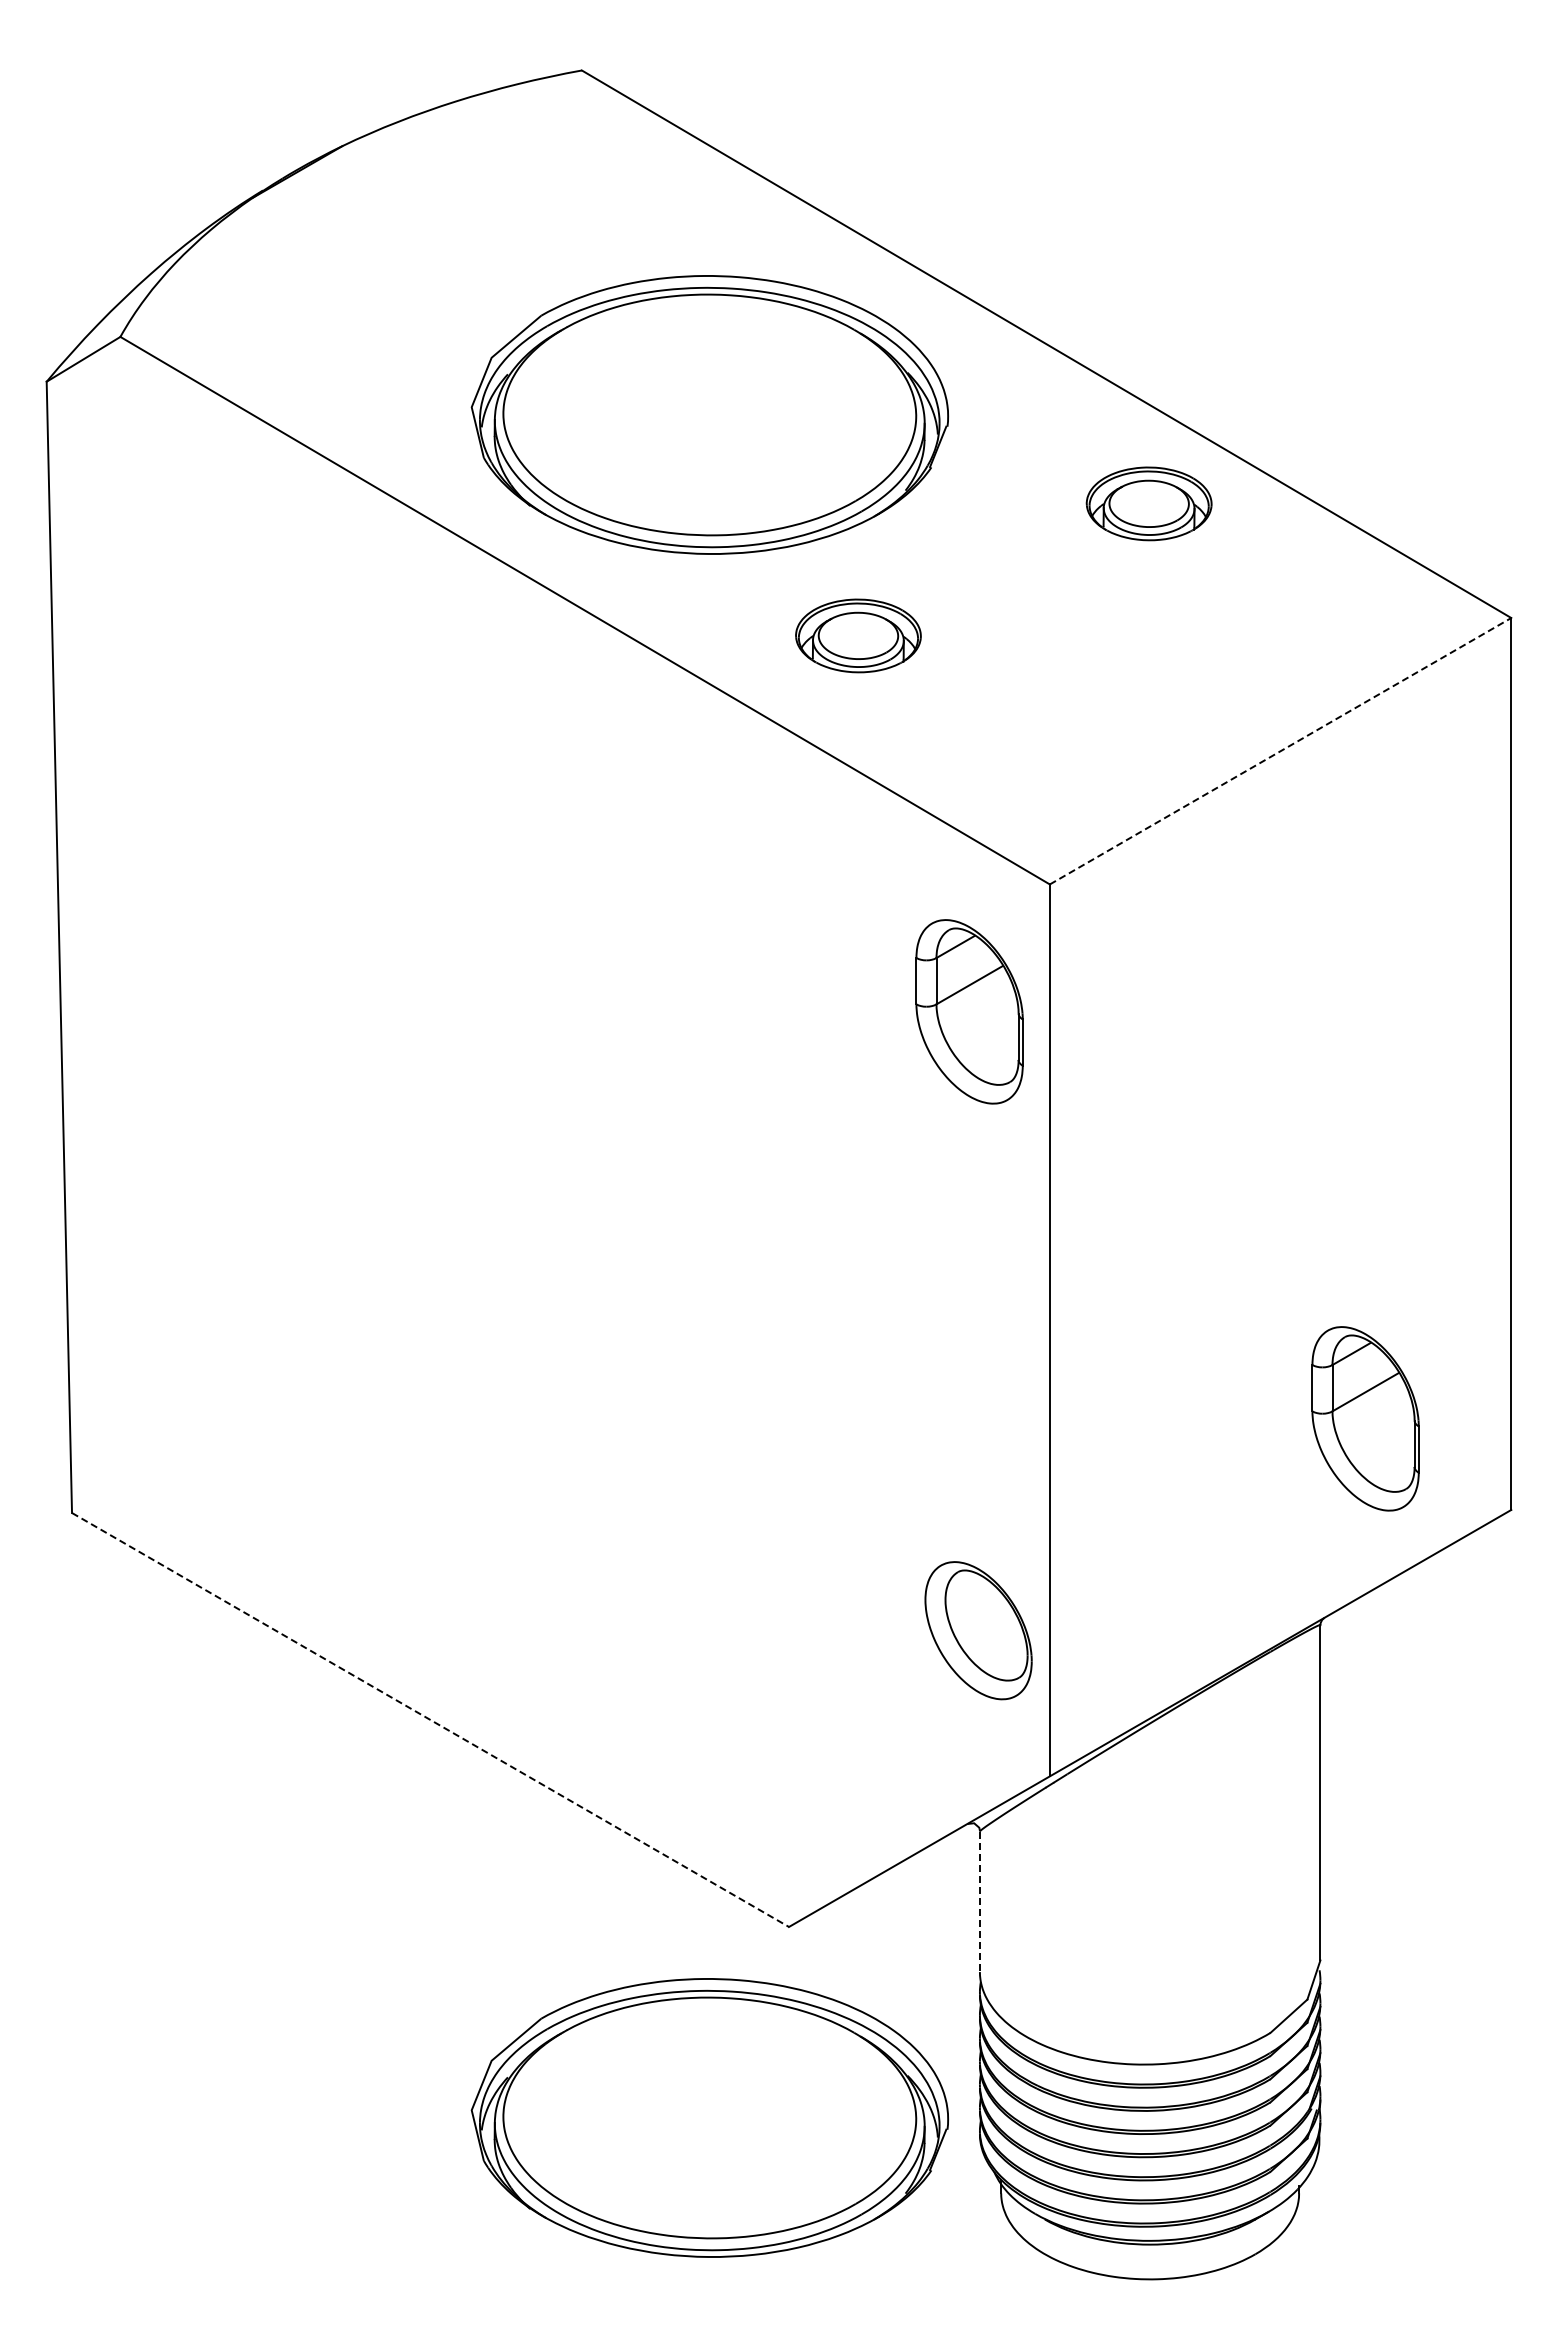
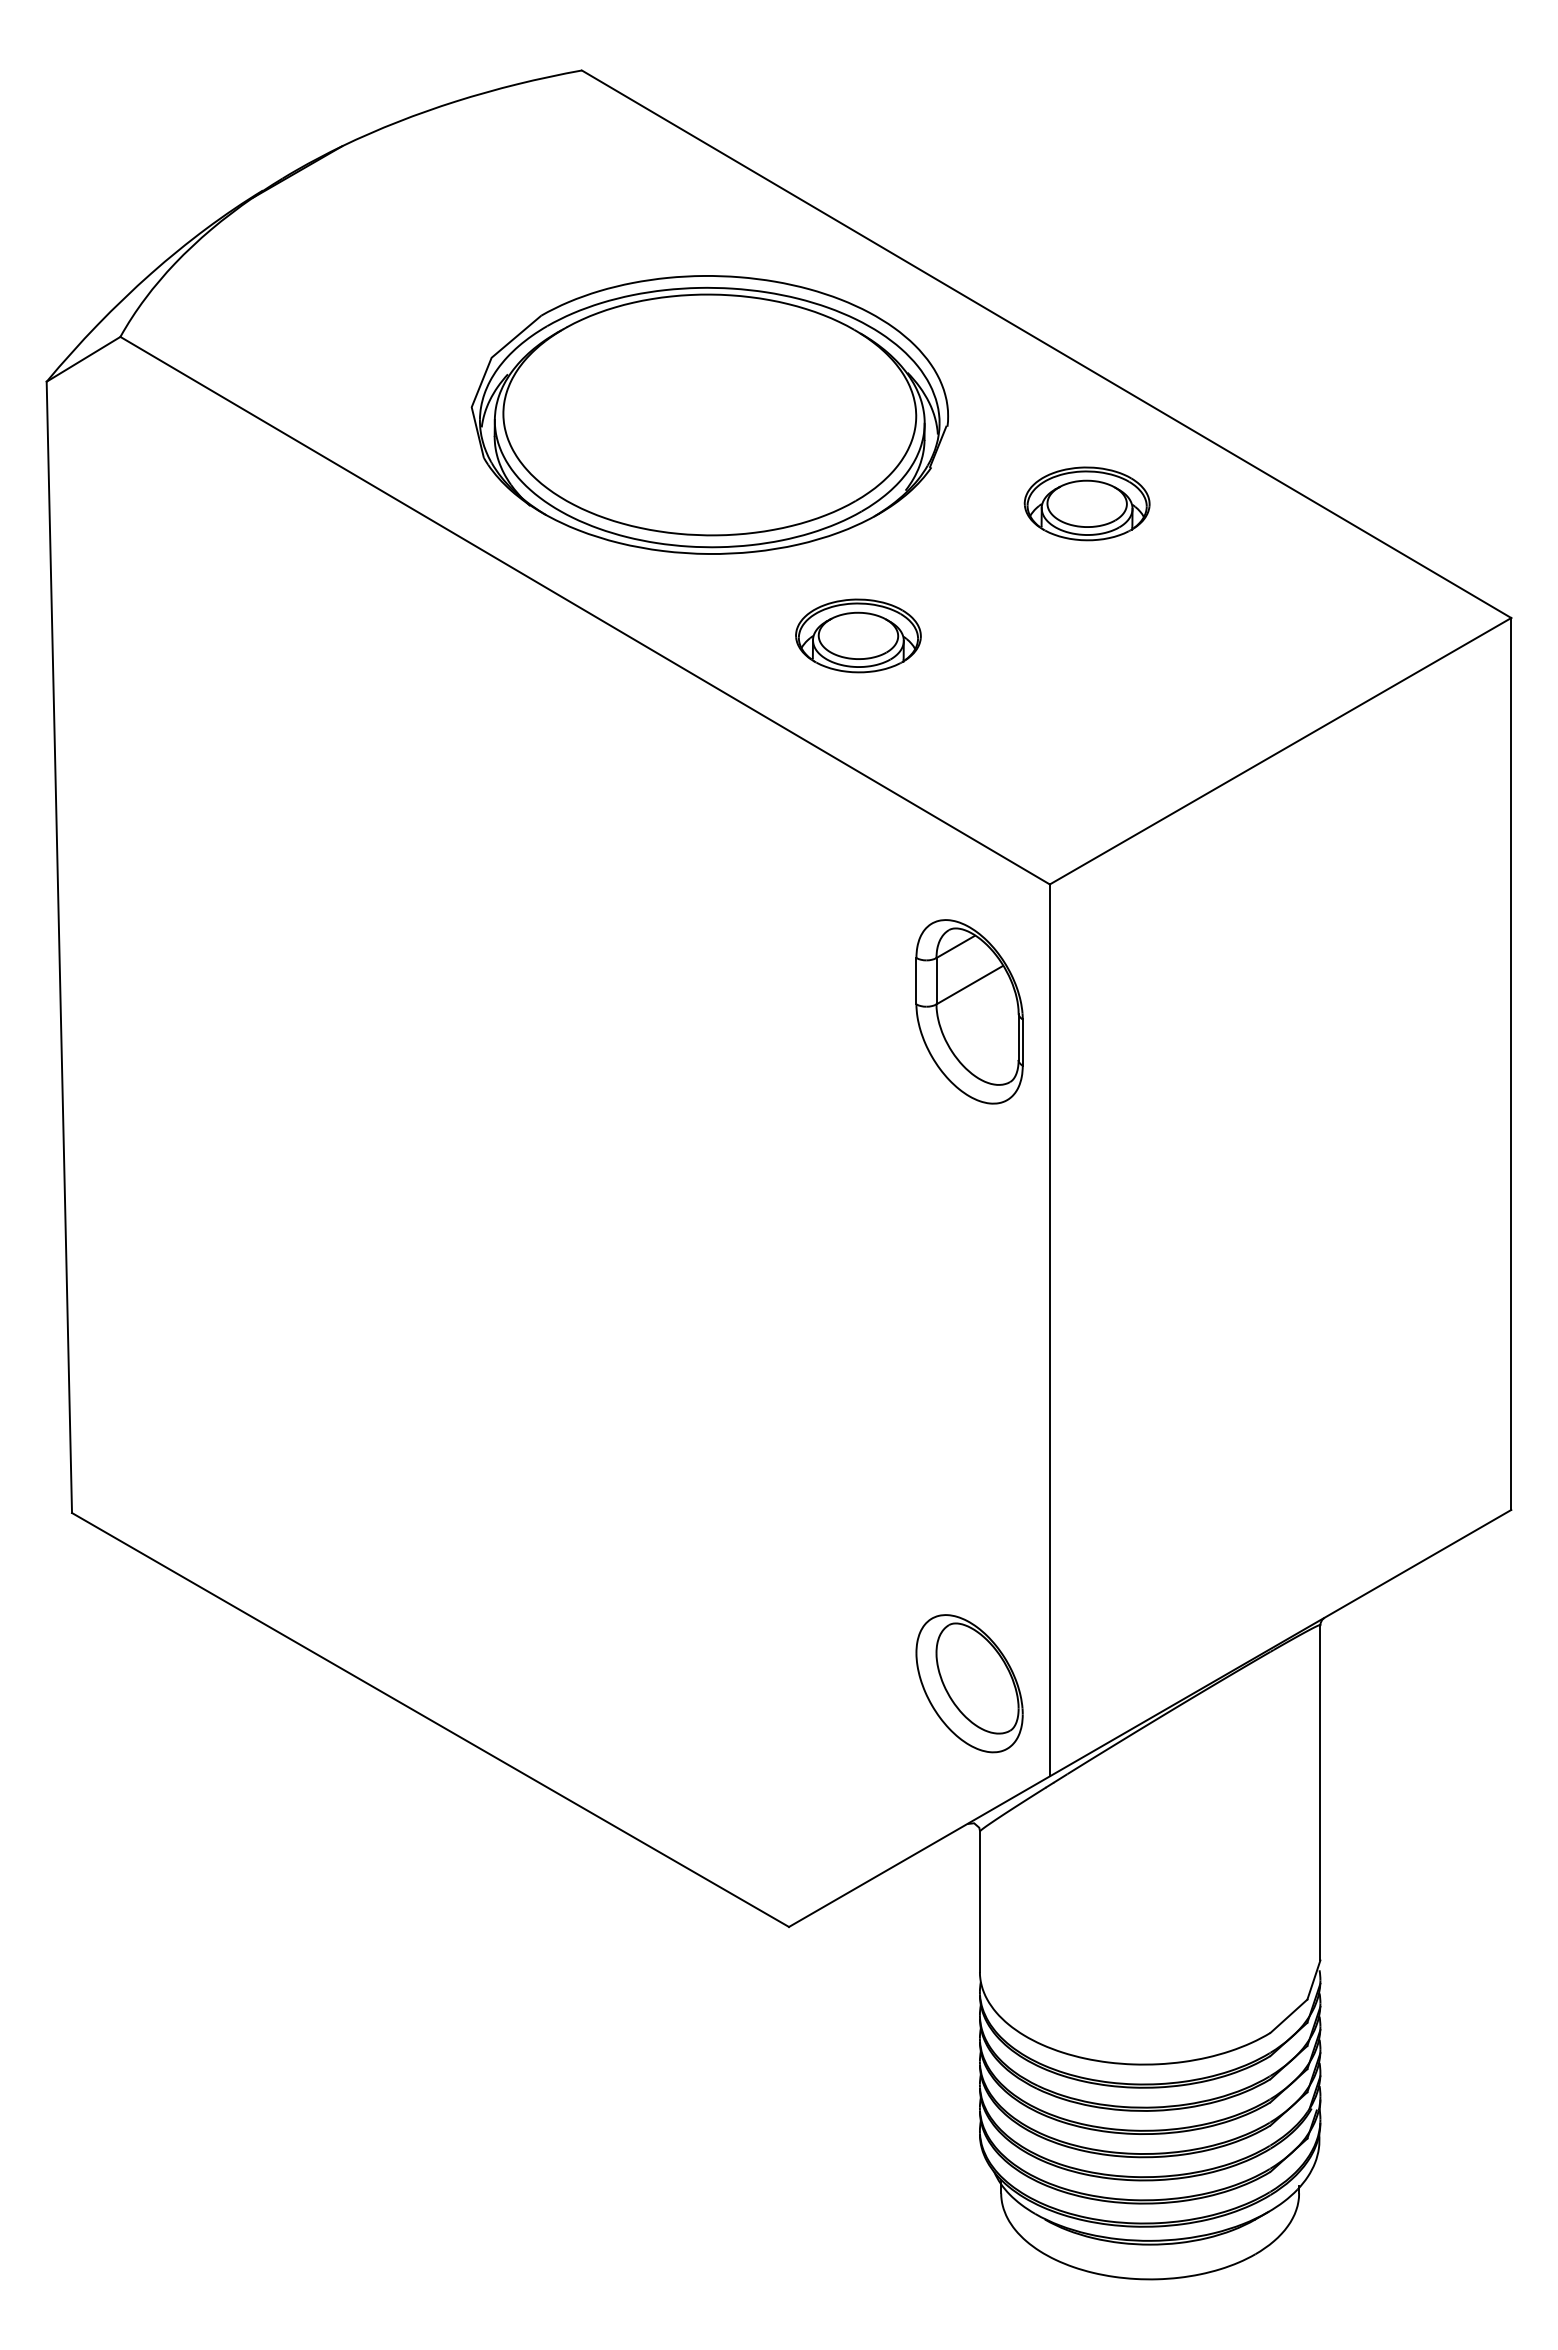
part at (1148, 503) position: (1148, 503) -> (1086, 503)
line at (1281, 750): dashed -> solid
part at (1365, 1418): present -> none
part at (978, 1630) position: (978, 1630) -> (969, 1683)
line at (430, 1719): dashed -> solid
line at (979, 1902): dashed -> solid
part at (709, 2117): present -> none
